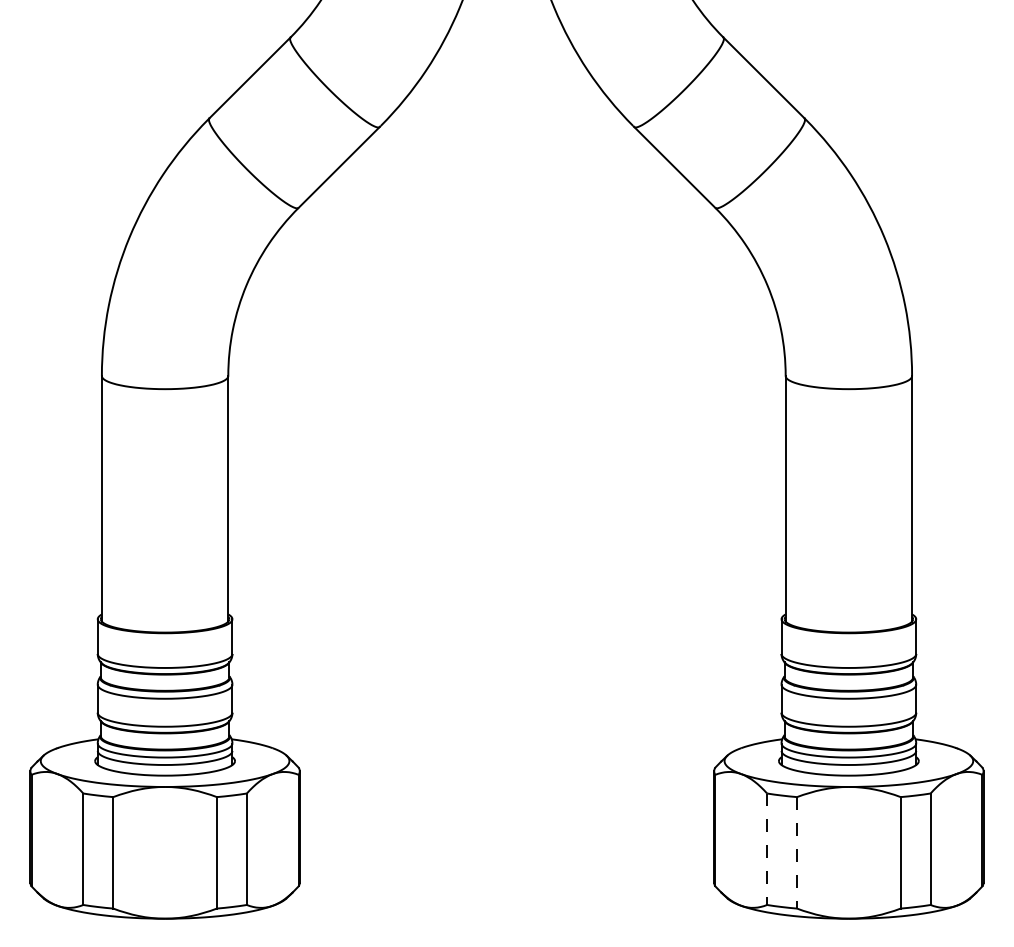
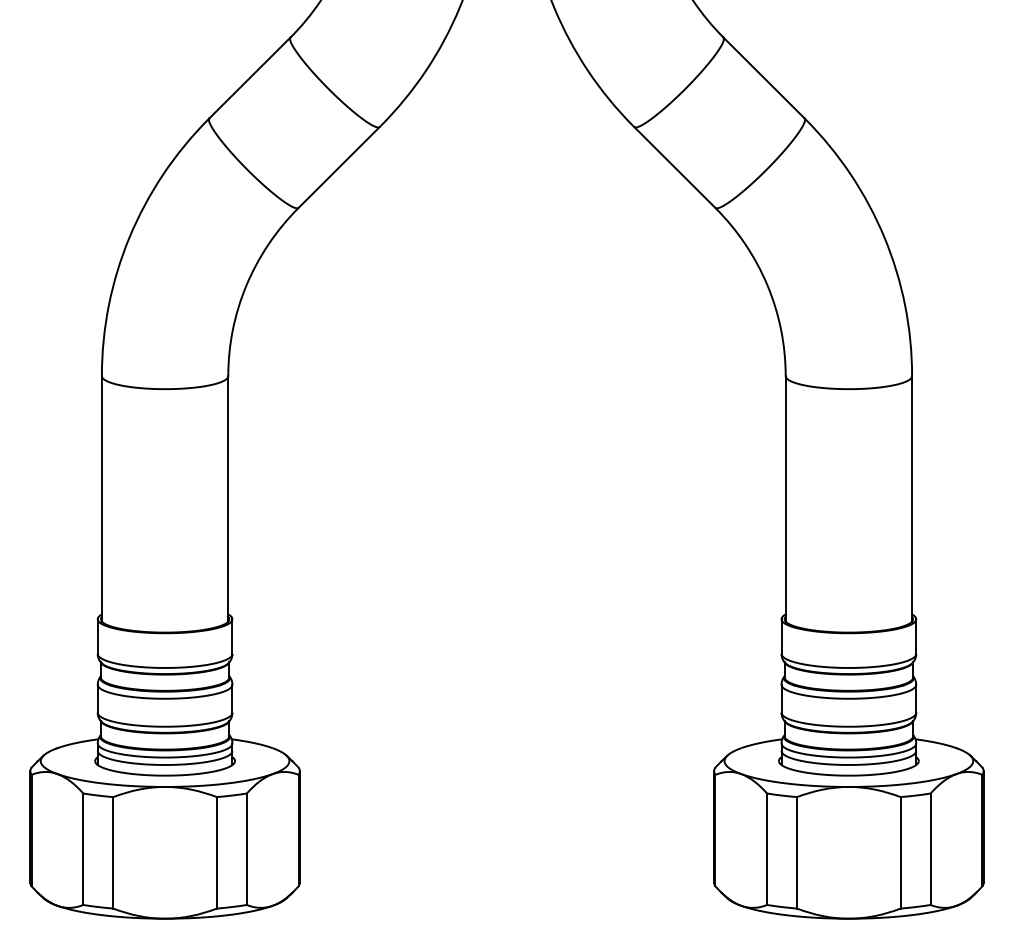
line at (767, 849): dashed -> solid
line at (797, 852): dashed -> solid
